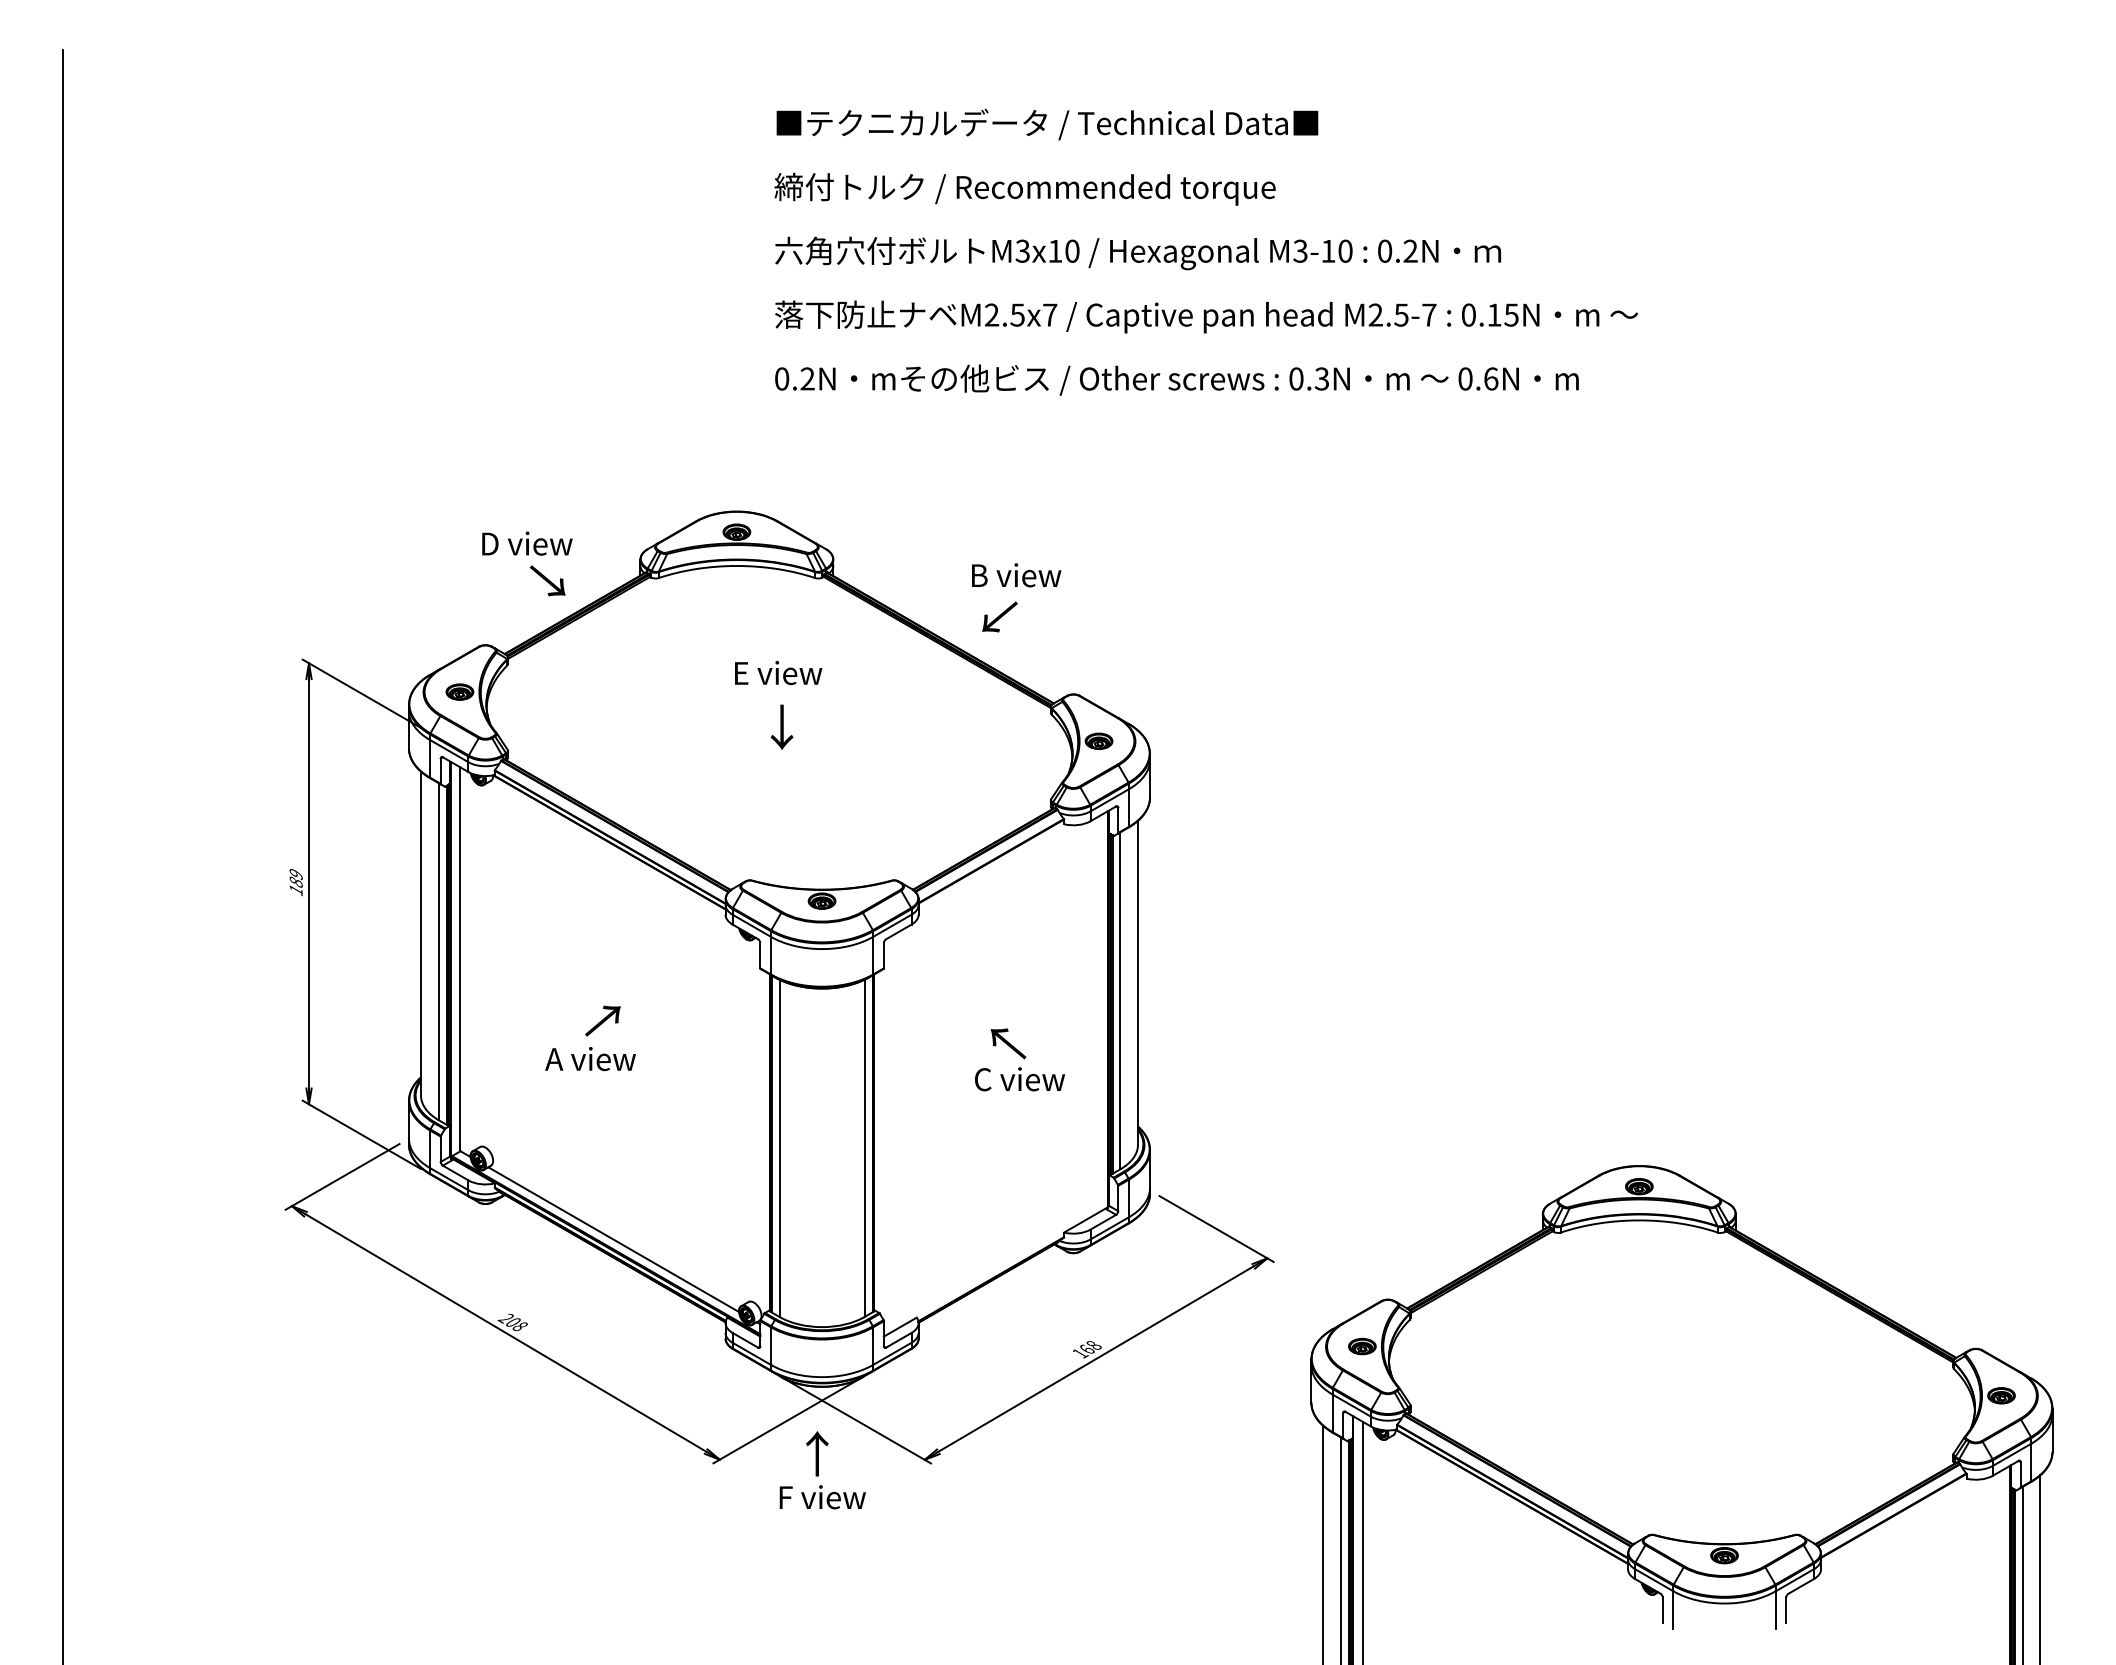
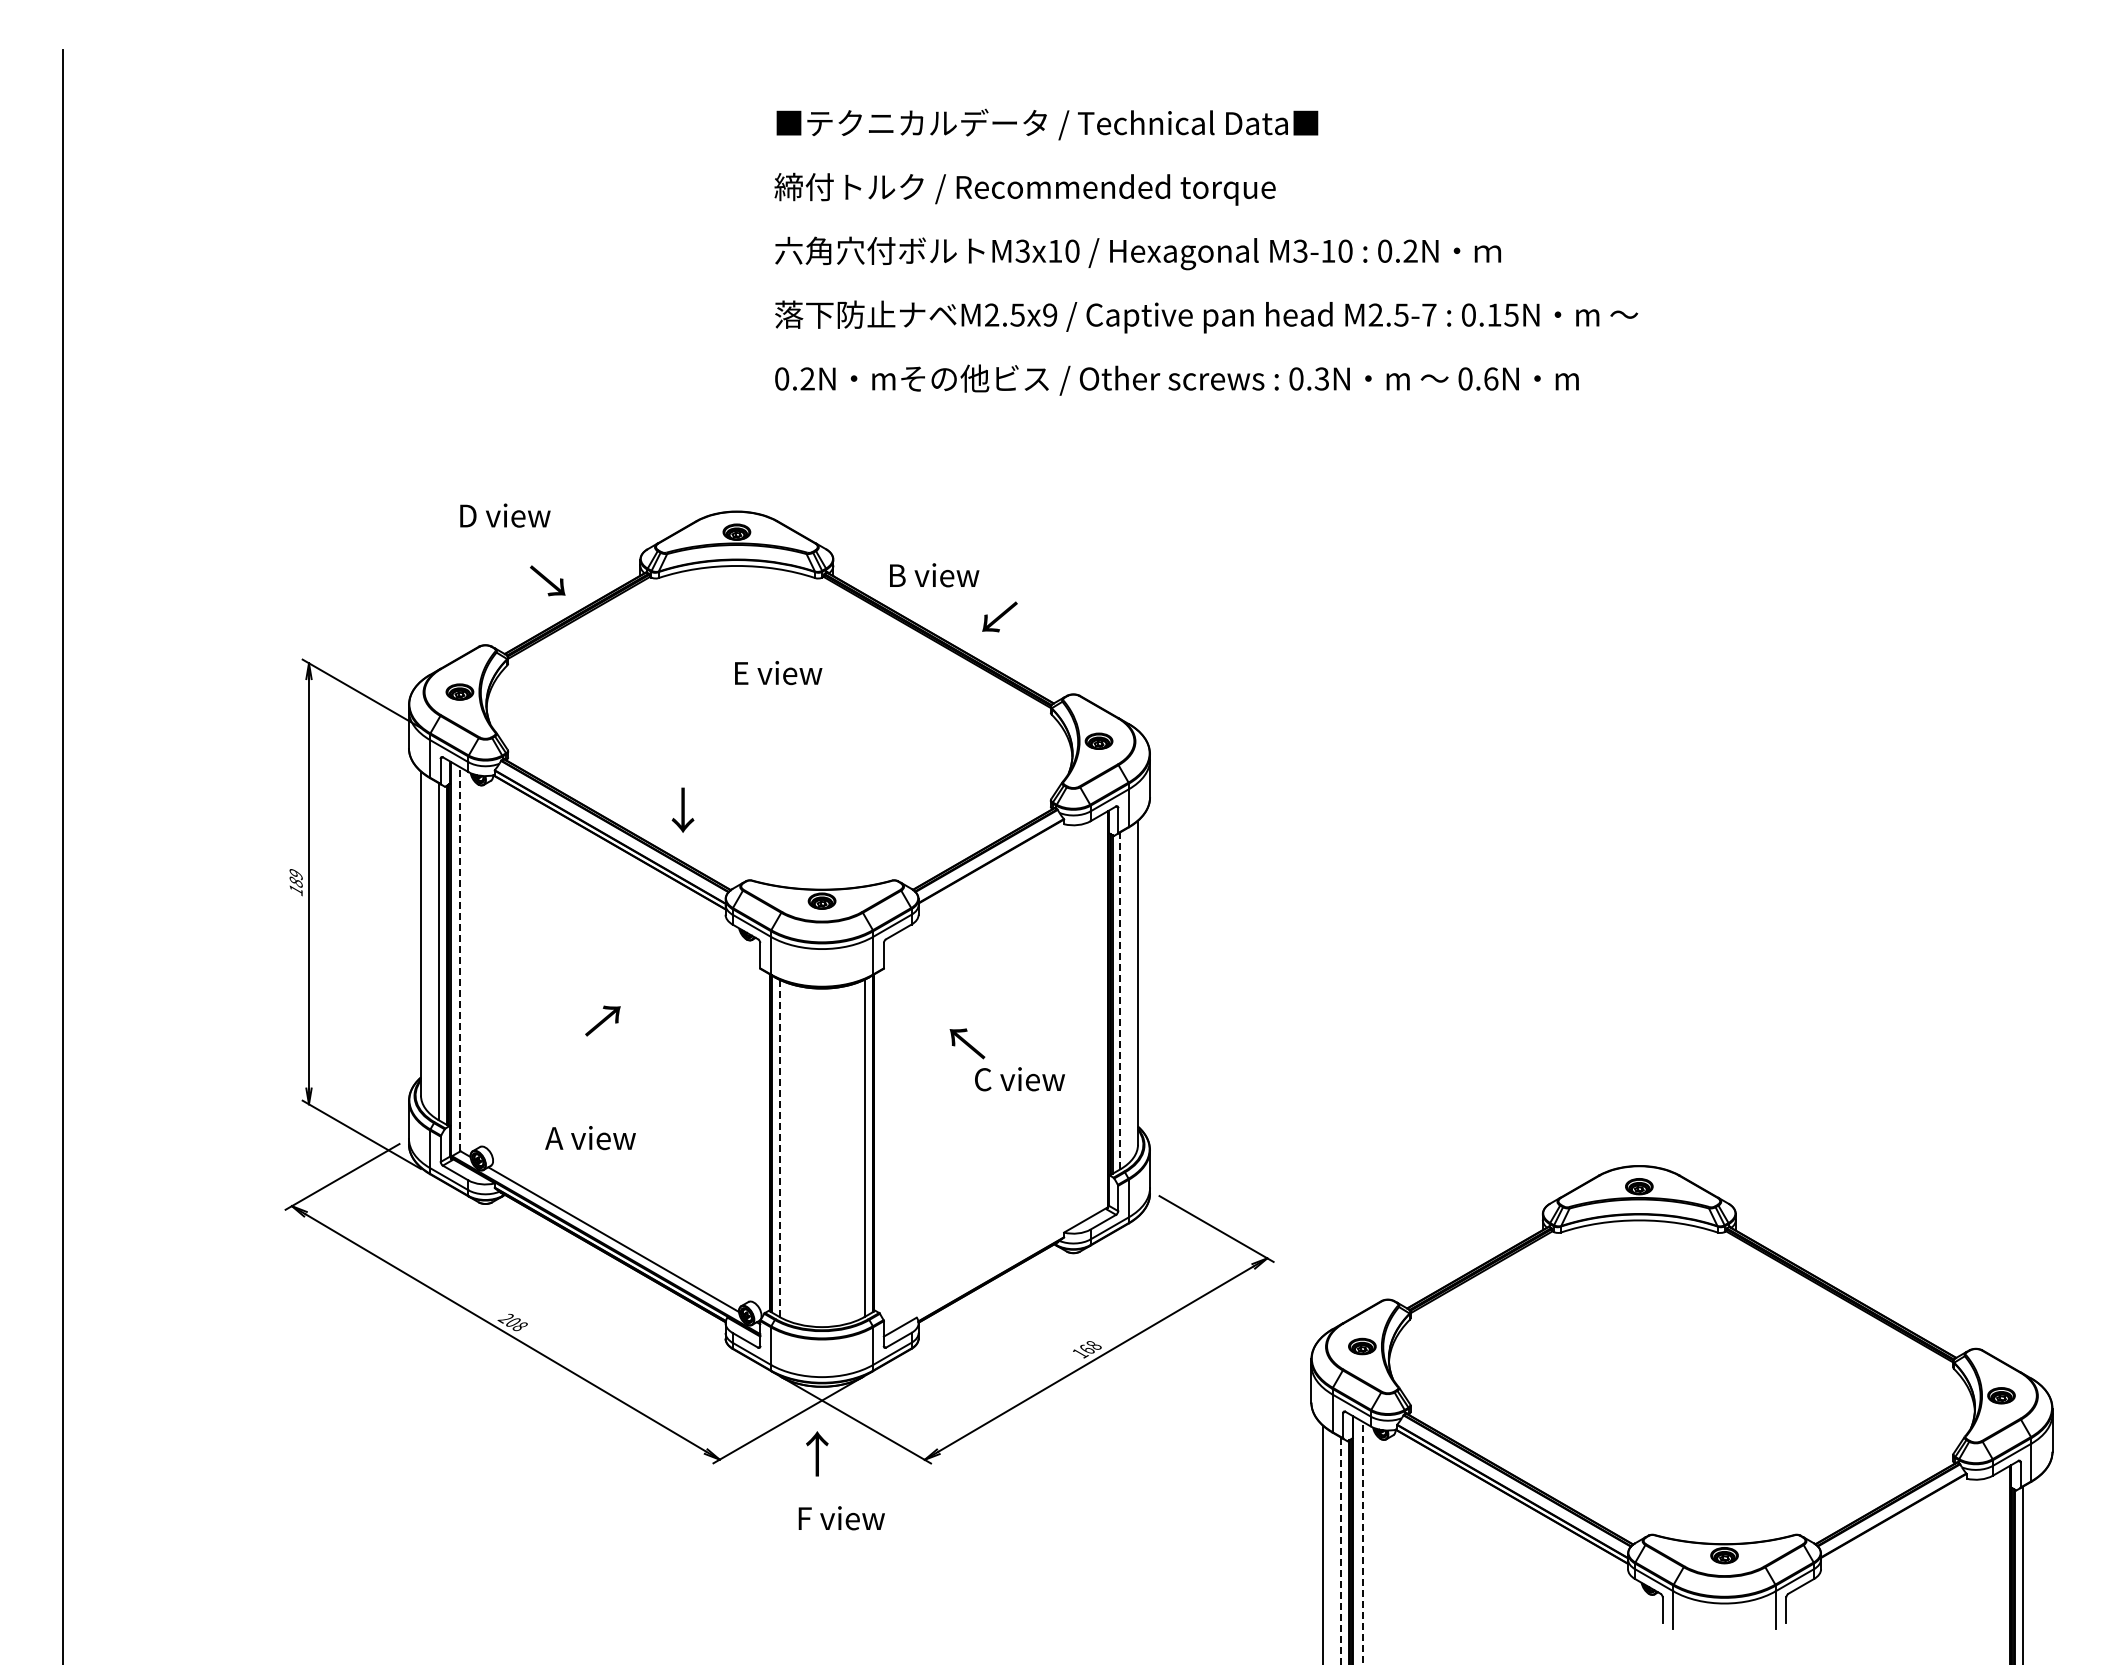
text at (1050, 314): M2.5x7 -> M2.5x9
text at (527, 543) position: (527, 543) -> (505, 515)
text at (1016, 575) position: (1016, 575) -> (934, 575)
text at (781, 726) position: (781, 726) -> (682, 809)
line at (460, 959): solid -> dashed
line at (1120, 1000): solid -> dashed
text at (1008, 1043) position: (1008, 1043) -> (967, 1043)
text at (590, 1059) position: (590, 1059) -> (590, 1138)
line at (779, 1148): solid -> dashed
text at (822, 1497) position: (822, 1497) -> (841, 1518)
line at (1362, 1542): solid -> dashed
line at (1341, 1551): solid -> dashed
line at (2040, 1568): present -> none
